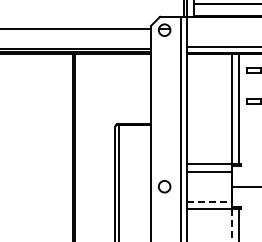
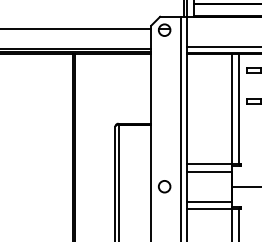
line at (209, 201): dashed -> solid
line at (231, 225): dashed -> solid
